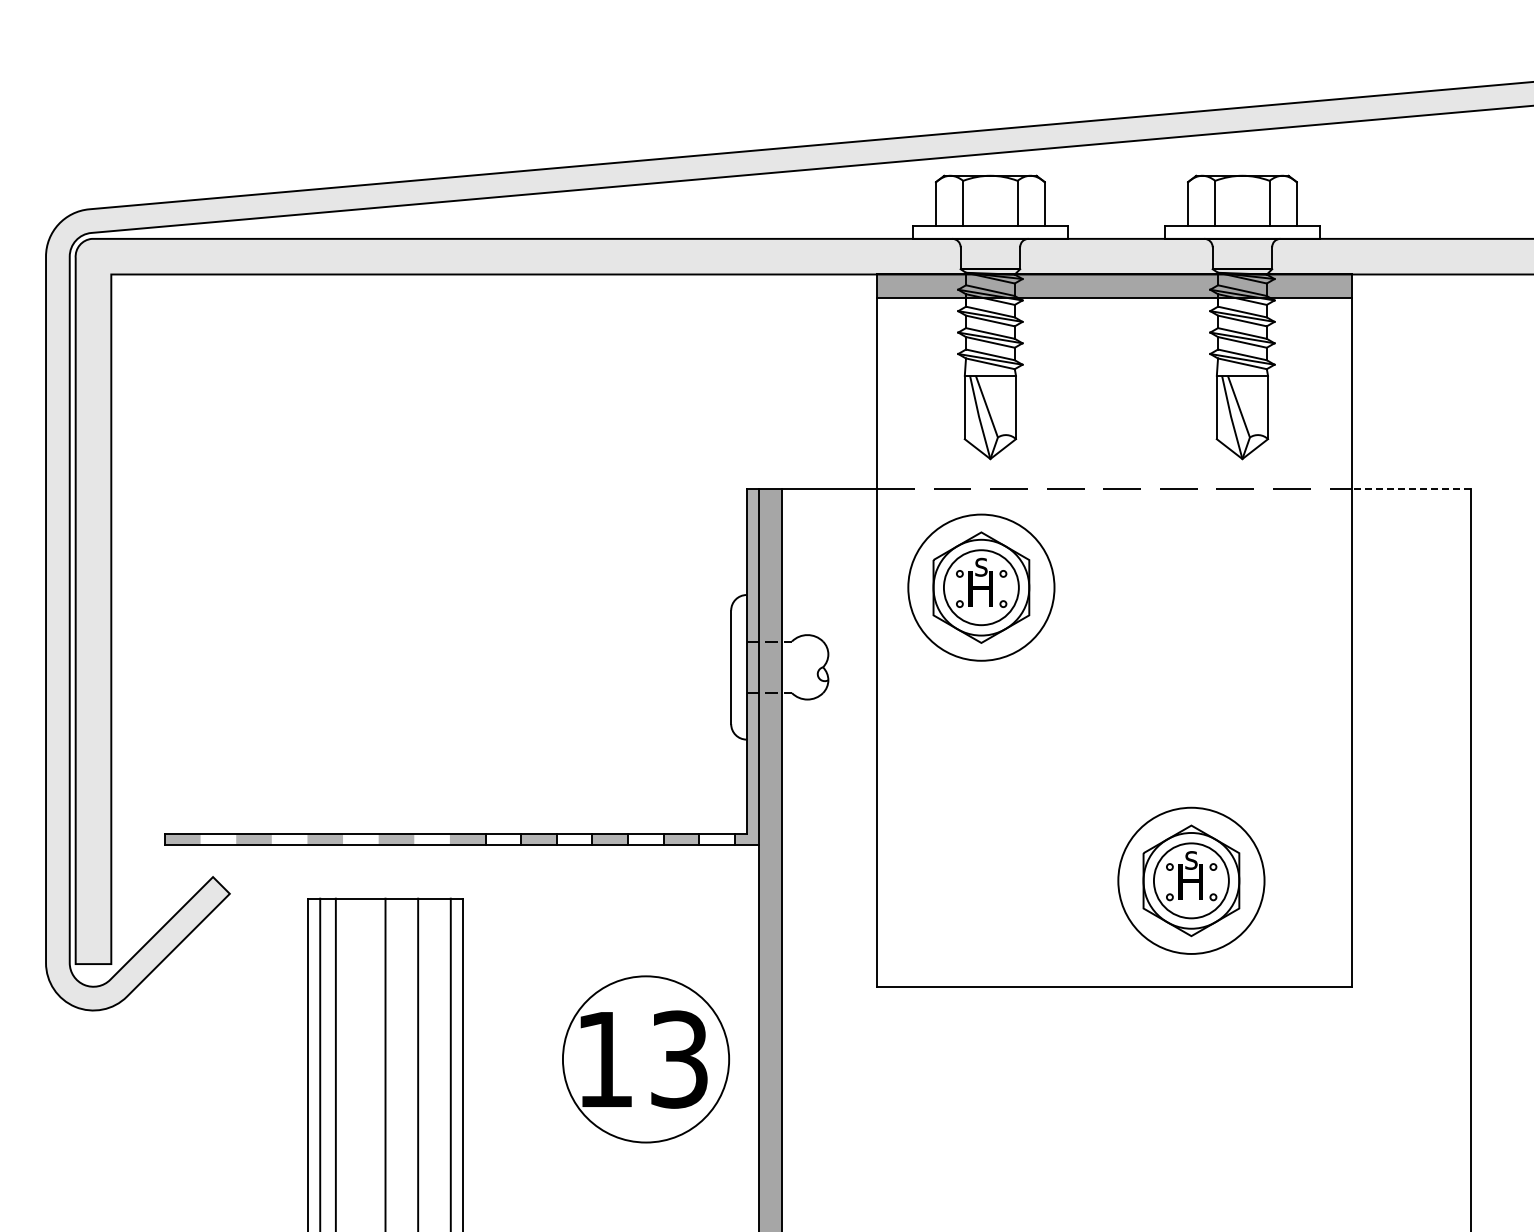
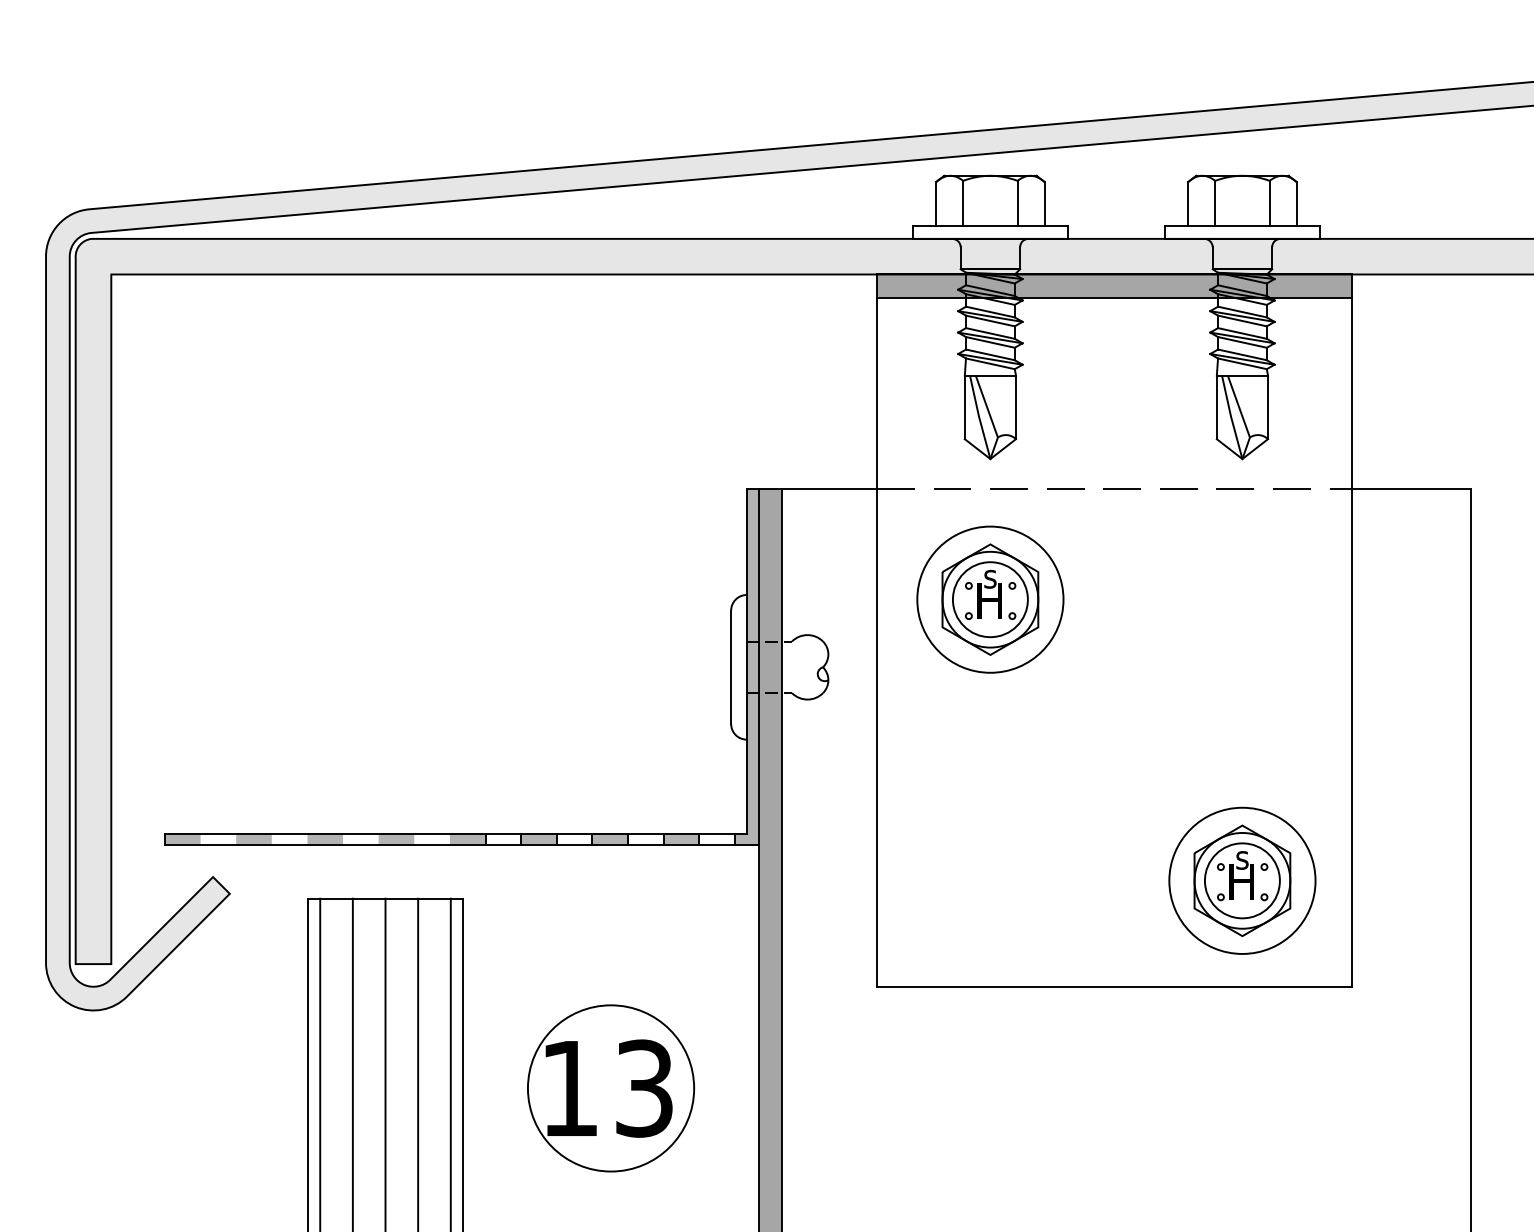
line at (1410, 489): dashed -> solid
part at (981, 587) position: (981, 587) -> (990, 599)
part at (1191, 880) position: (1191, 880) -> (1242, 880)
part at (645, 1059) position: (645, 1059) -> (610, 1088)
line at (335, 1063) position: (335, 1063) -> (352, 1063)
